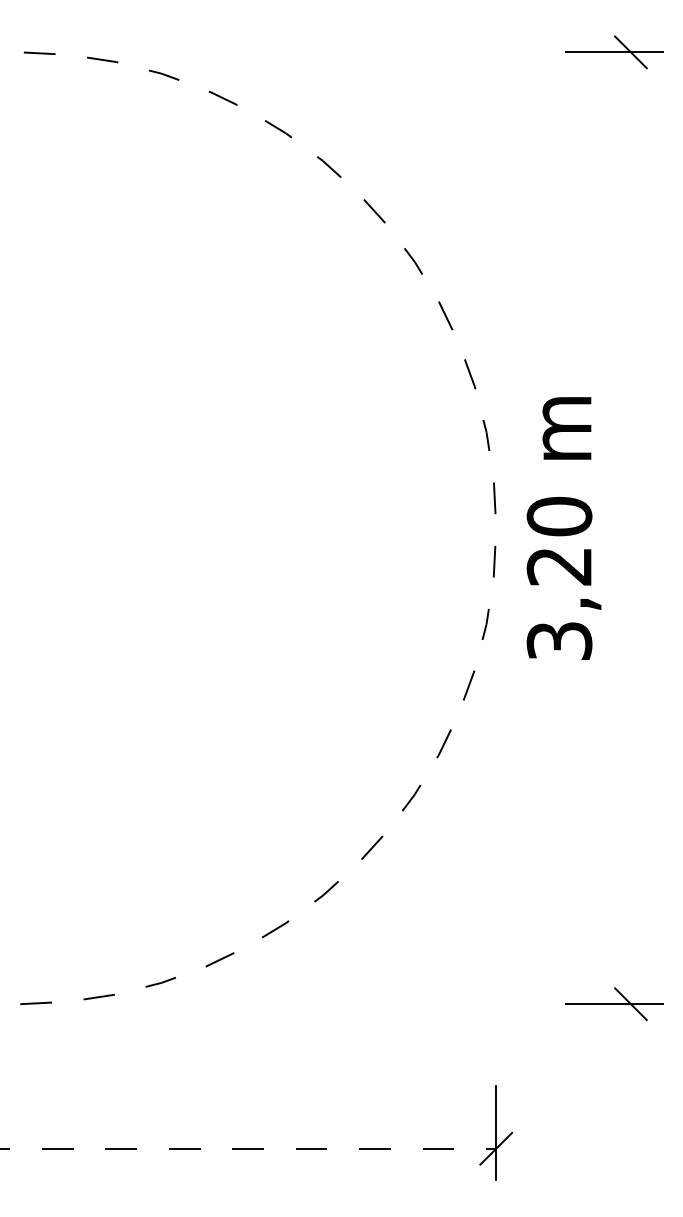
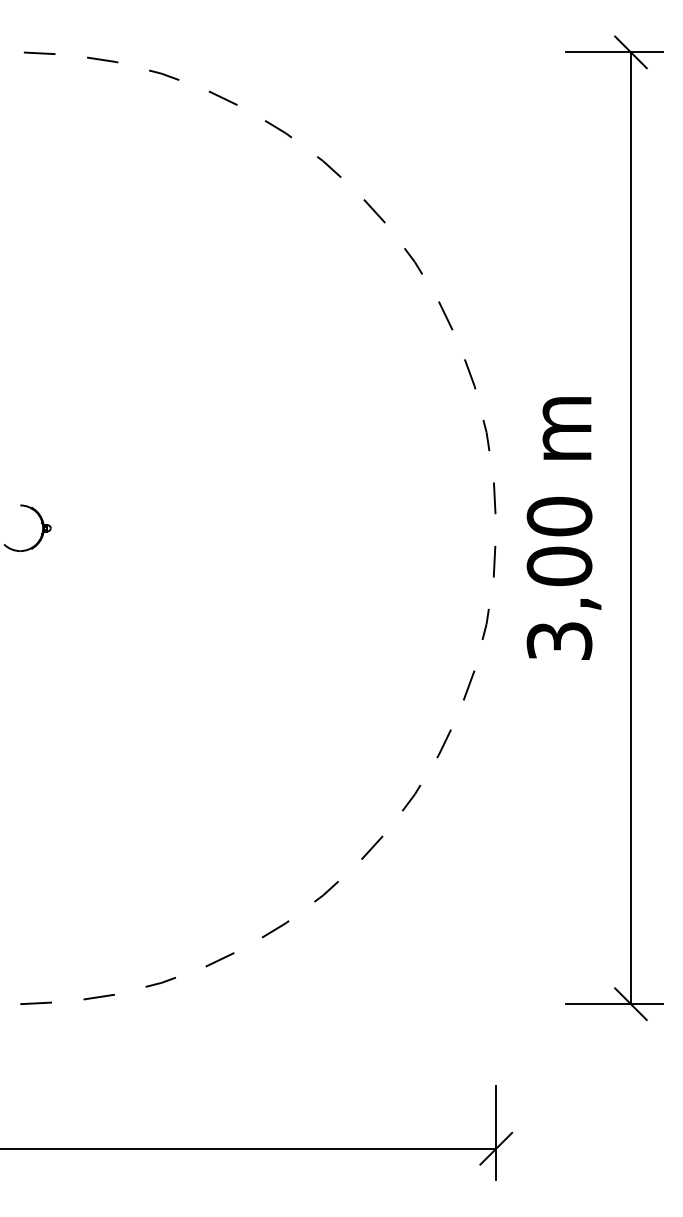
part at (41, 524): none -> present
line at (630, 528): none -> present
text at (559, 566): 3,20 -> 3,00
line at (248, 1148): dashed -> solid
